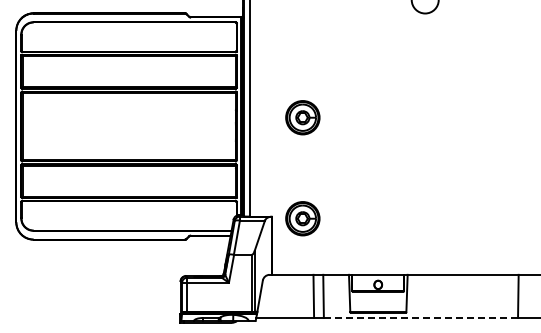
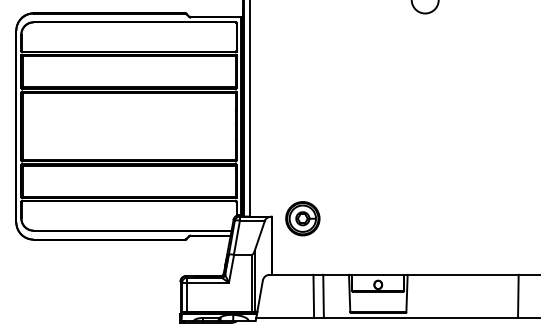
part at (302, 117): present -> none
line at (420, 318): dashed -> solid
